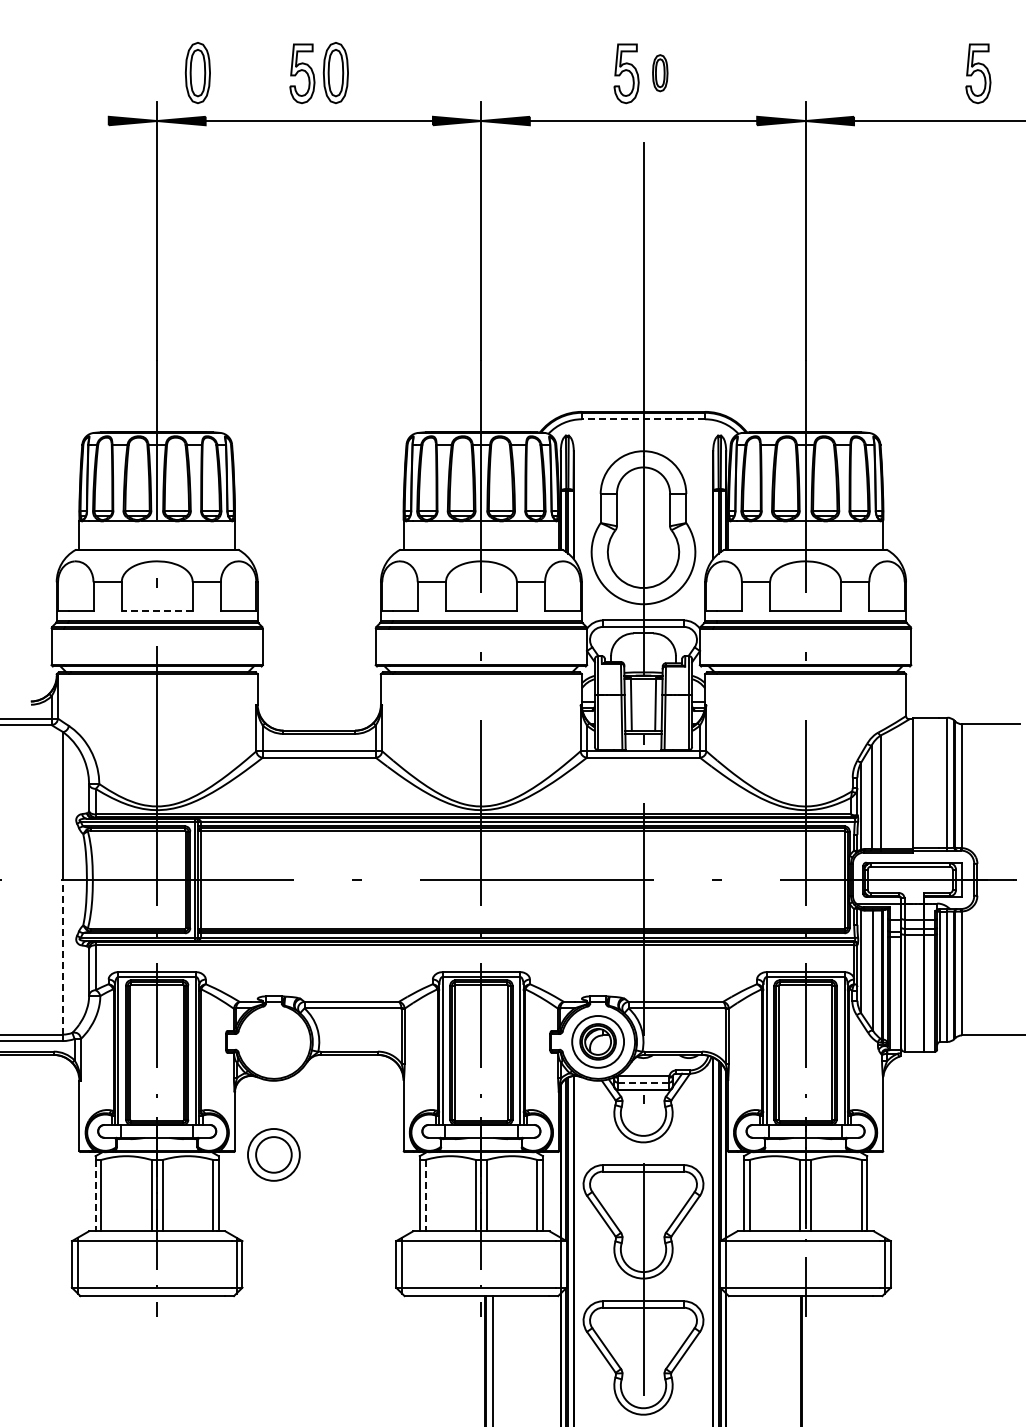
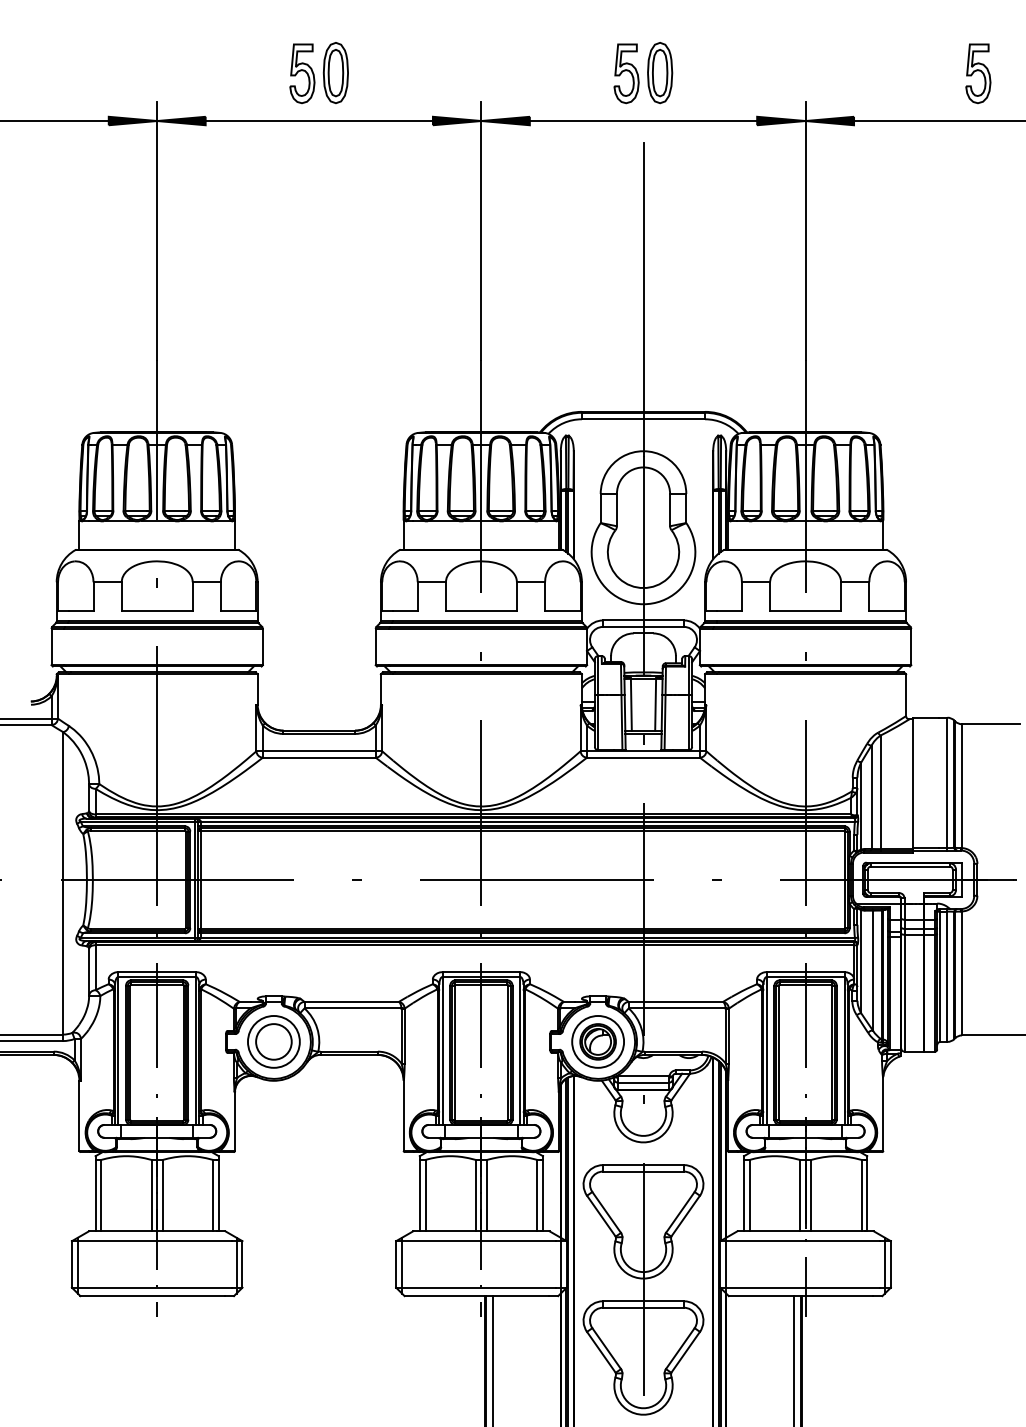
part at (197, 73): present -> none
part at (660, 73) size: 17x39 px -> 27x63 px
line at (55, 121): none -> present
line at (643, 419): dashed -> solid
line at (157, 611): dashed -> solid
line at (63, 956): dashed -> solid
line at (643, 1082): dashed -> solid
part at (273, 1154) position: (273, 1154) -> (273, 1041)
line at (95, 1195): dashed -> solid
line at (425, 1195): dashed -> solid
line at (794, 1359): none -> present
